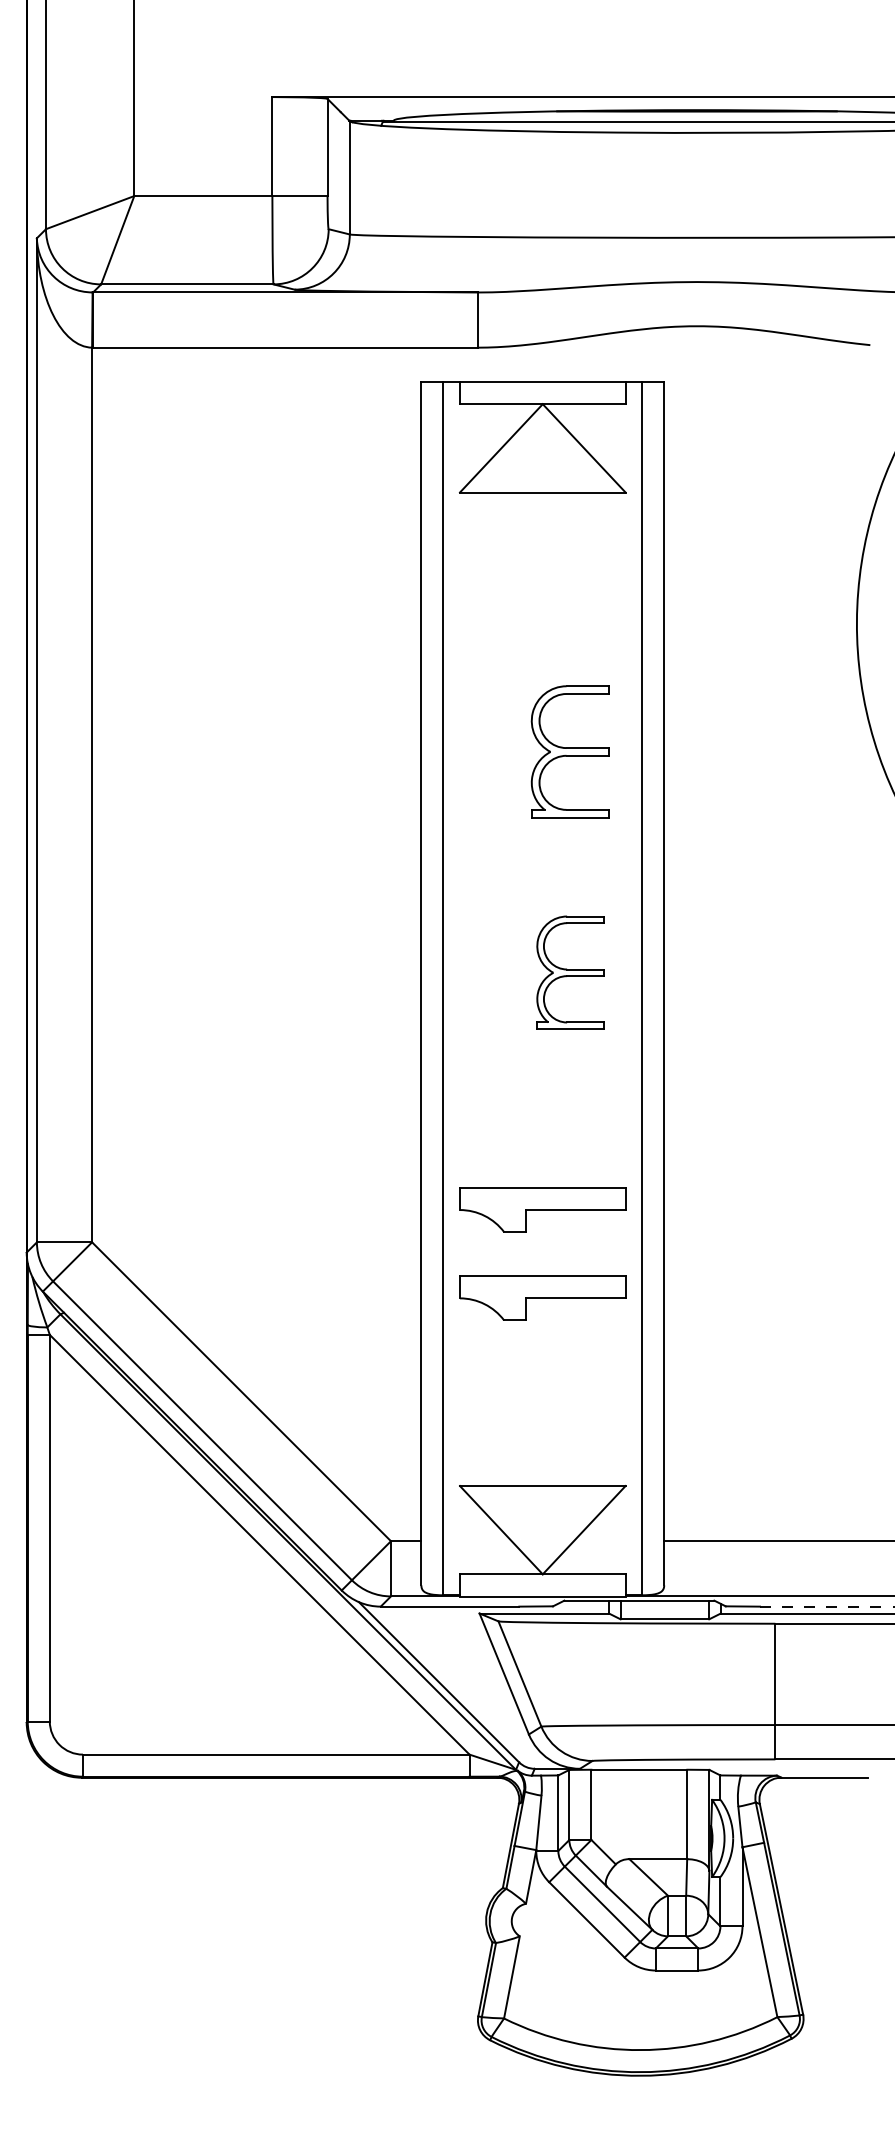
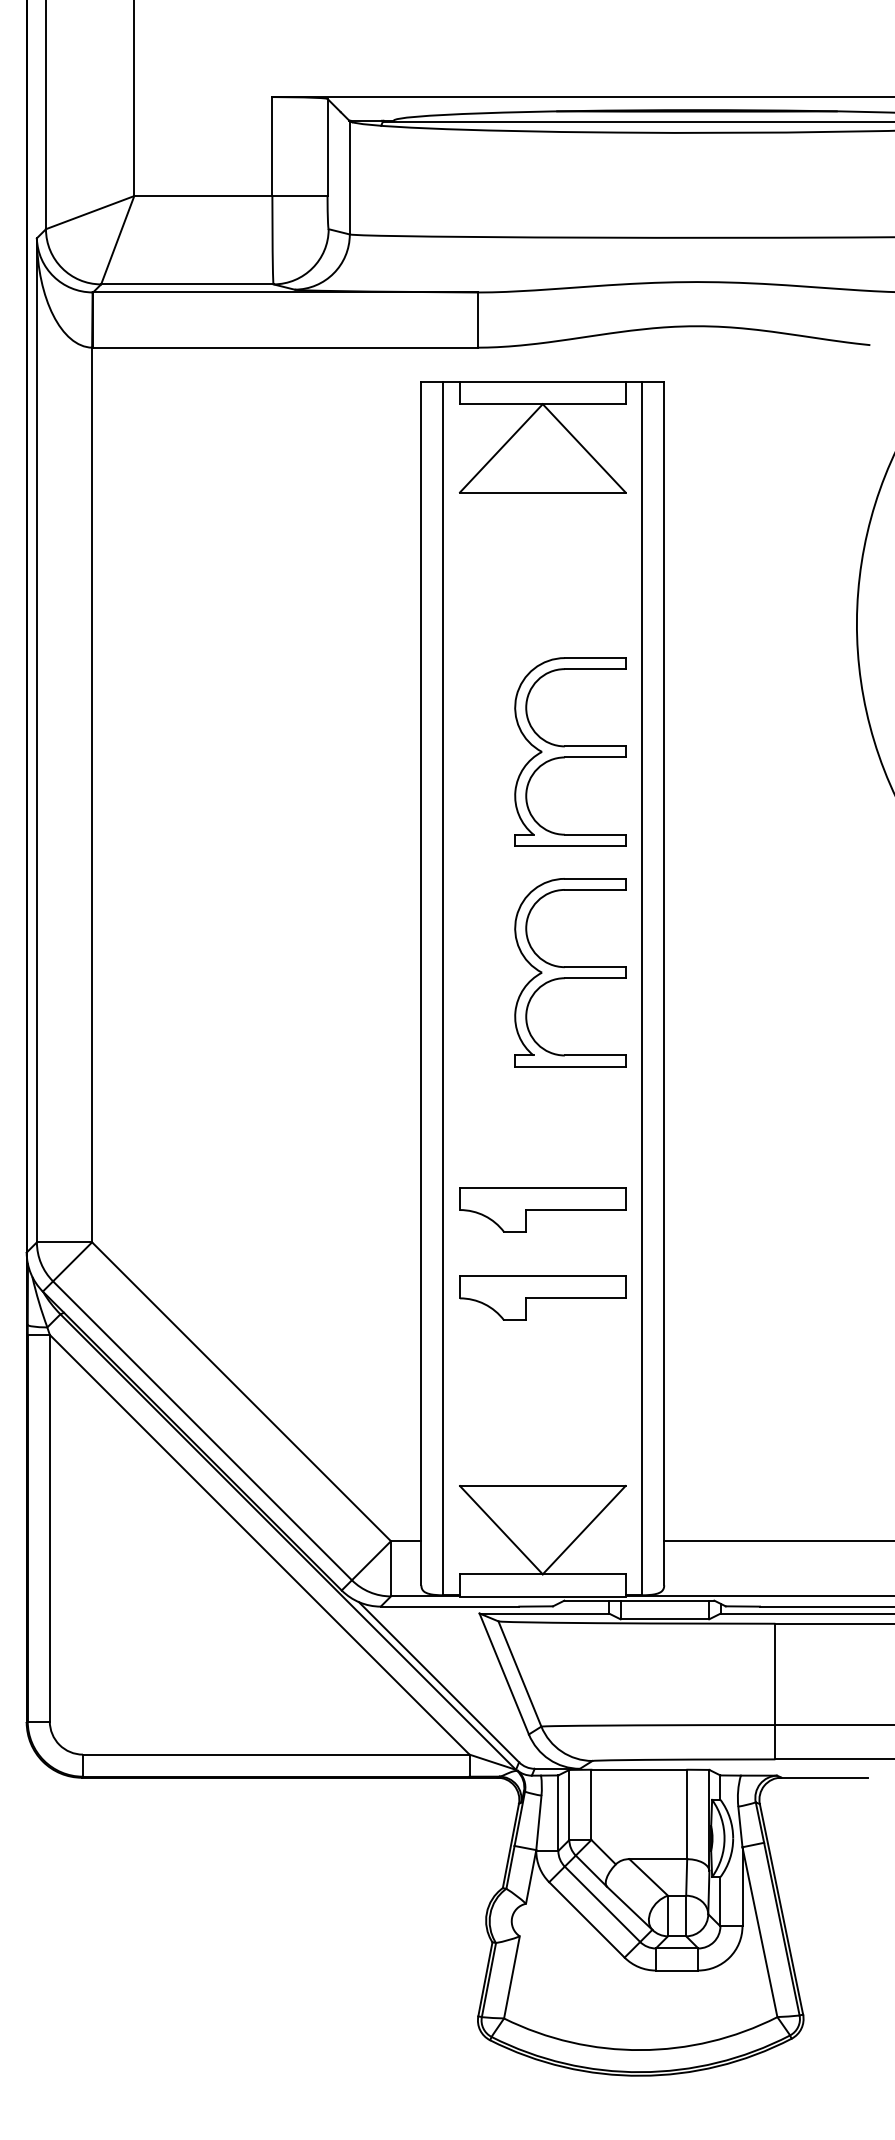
part at (569, 751) size: 80x134 px -> 113x190 px
part at (570, 972) size: 69x115 px -> 113x190 px
line at (827, 1606): dashed -> solid
